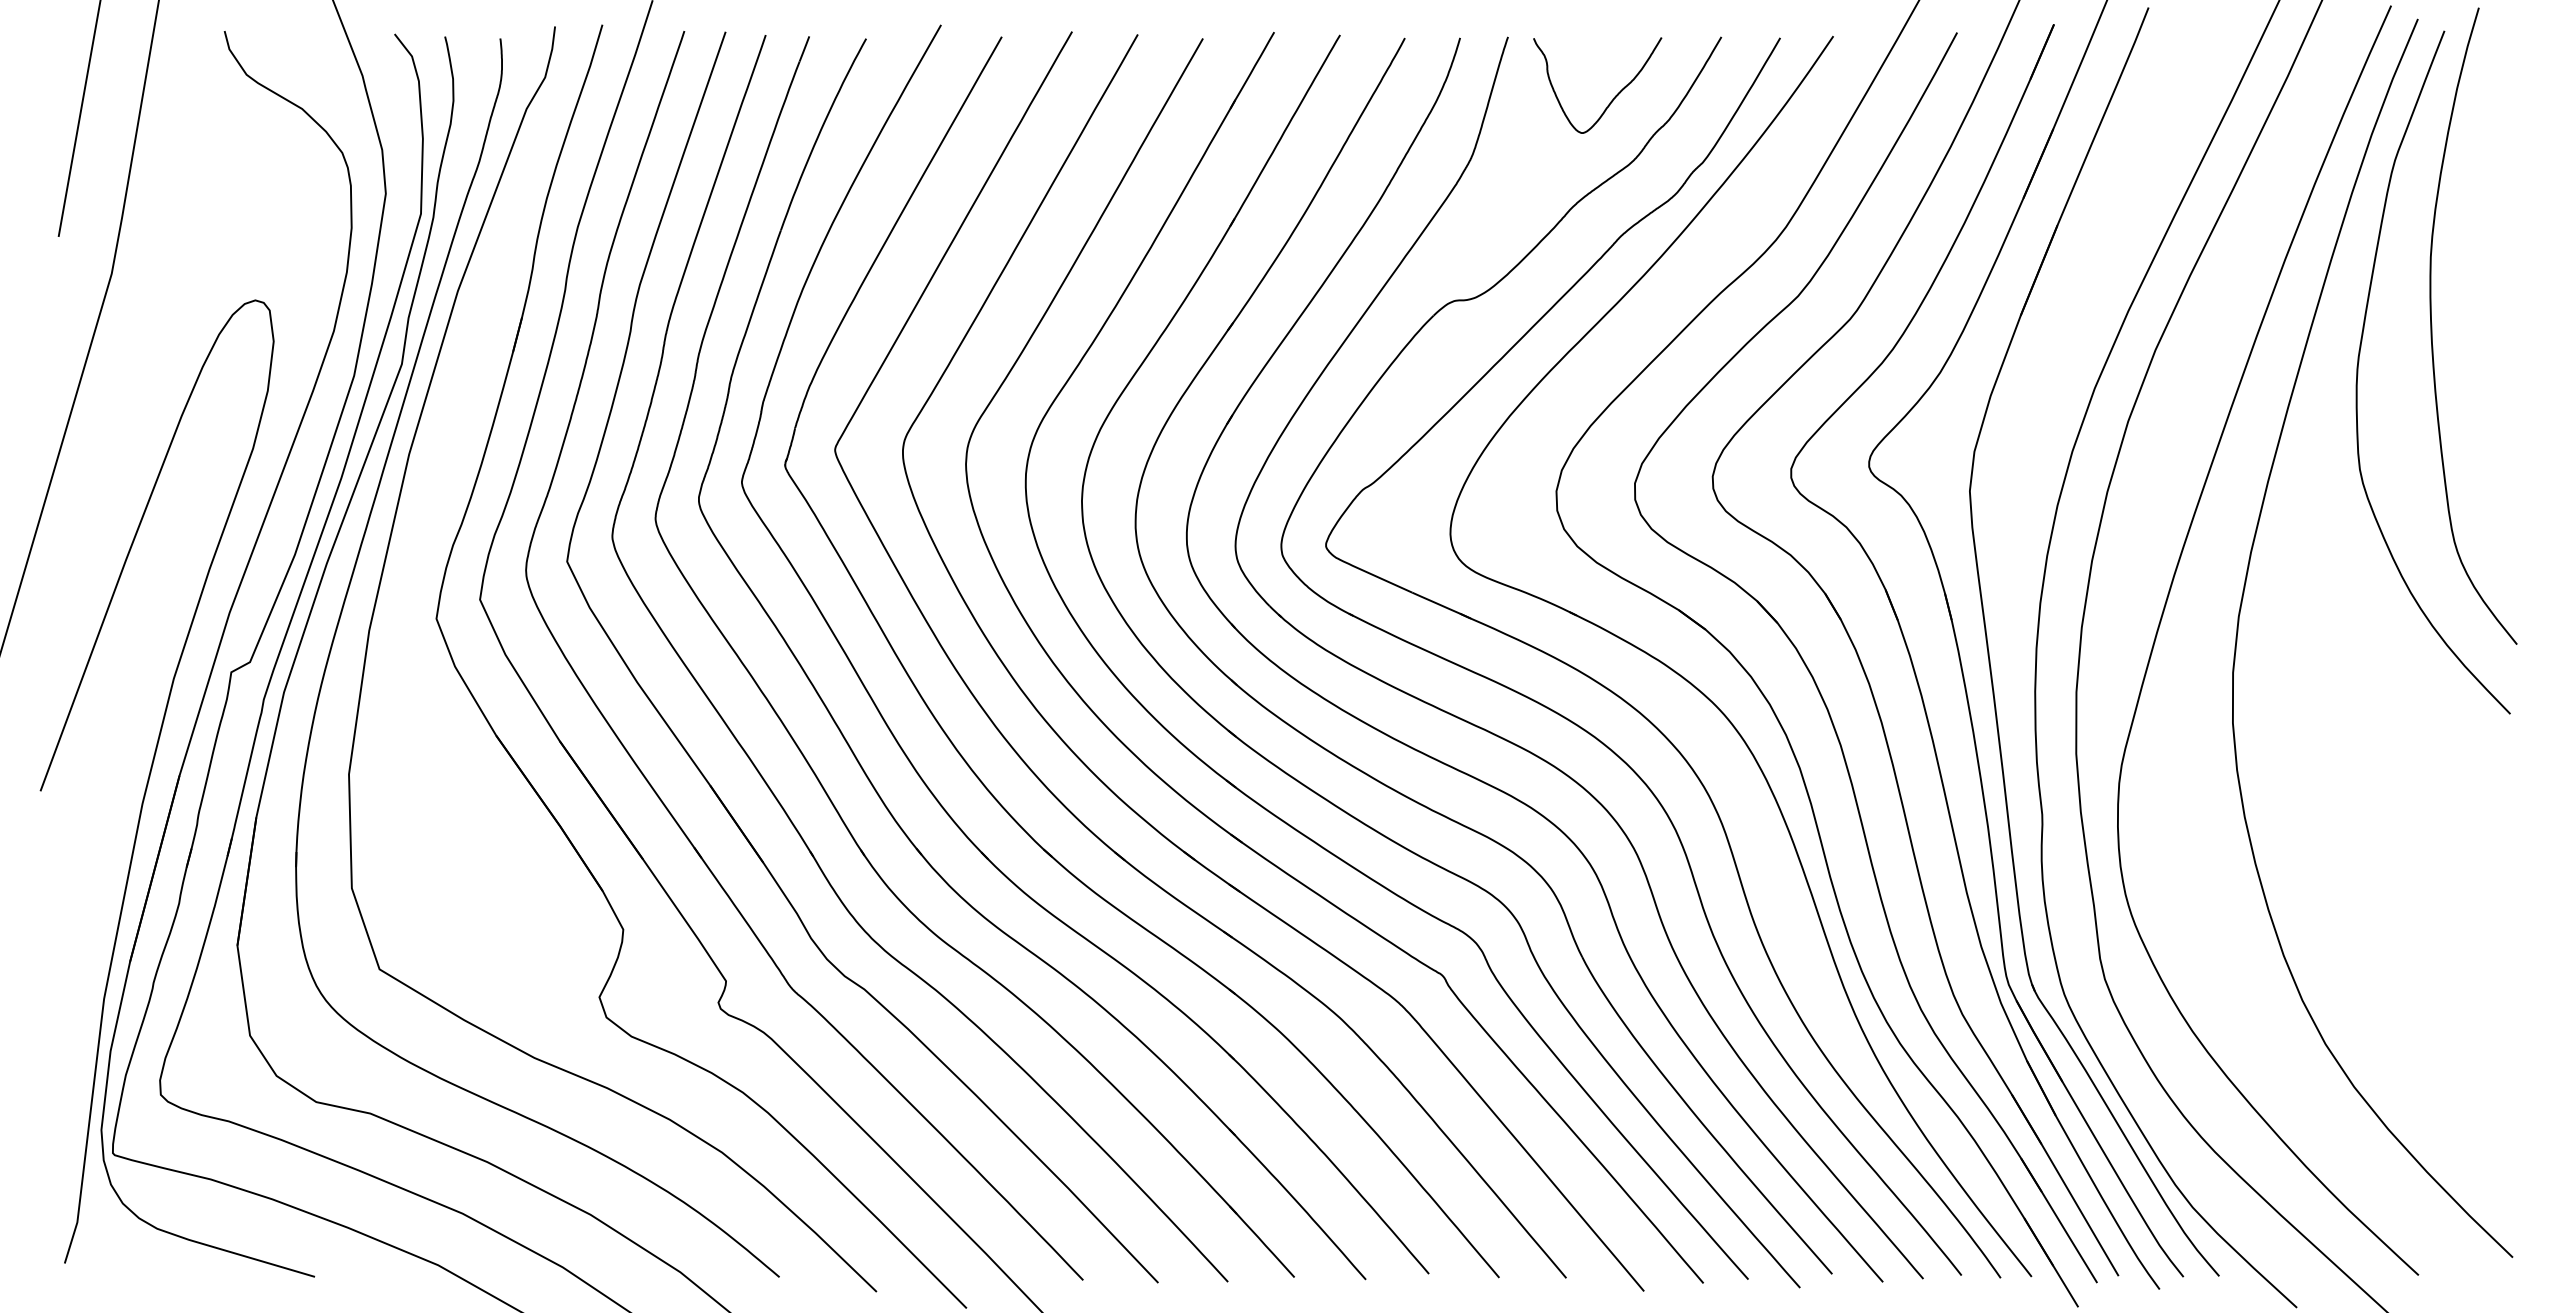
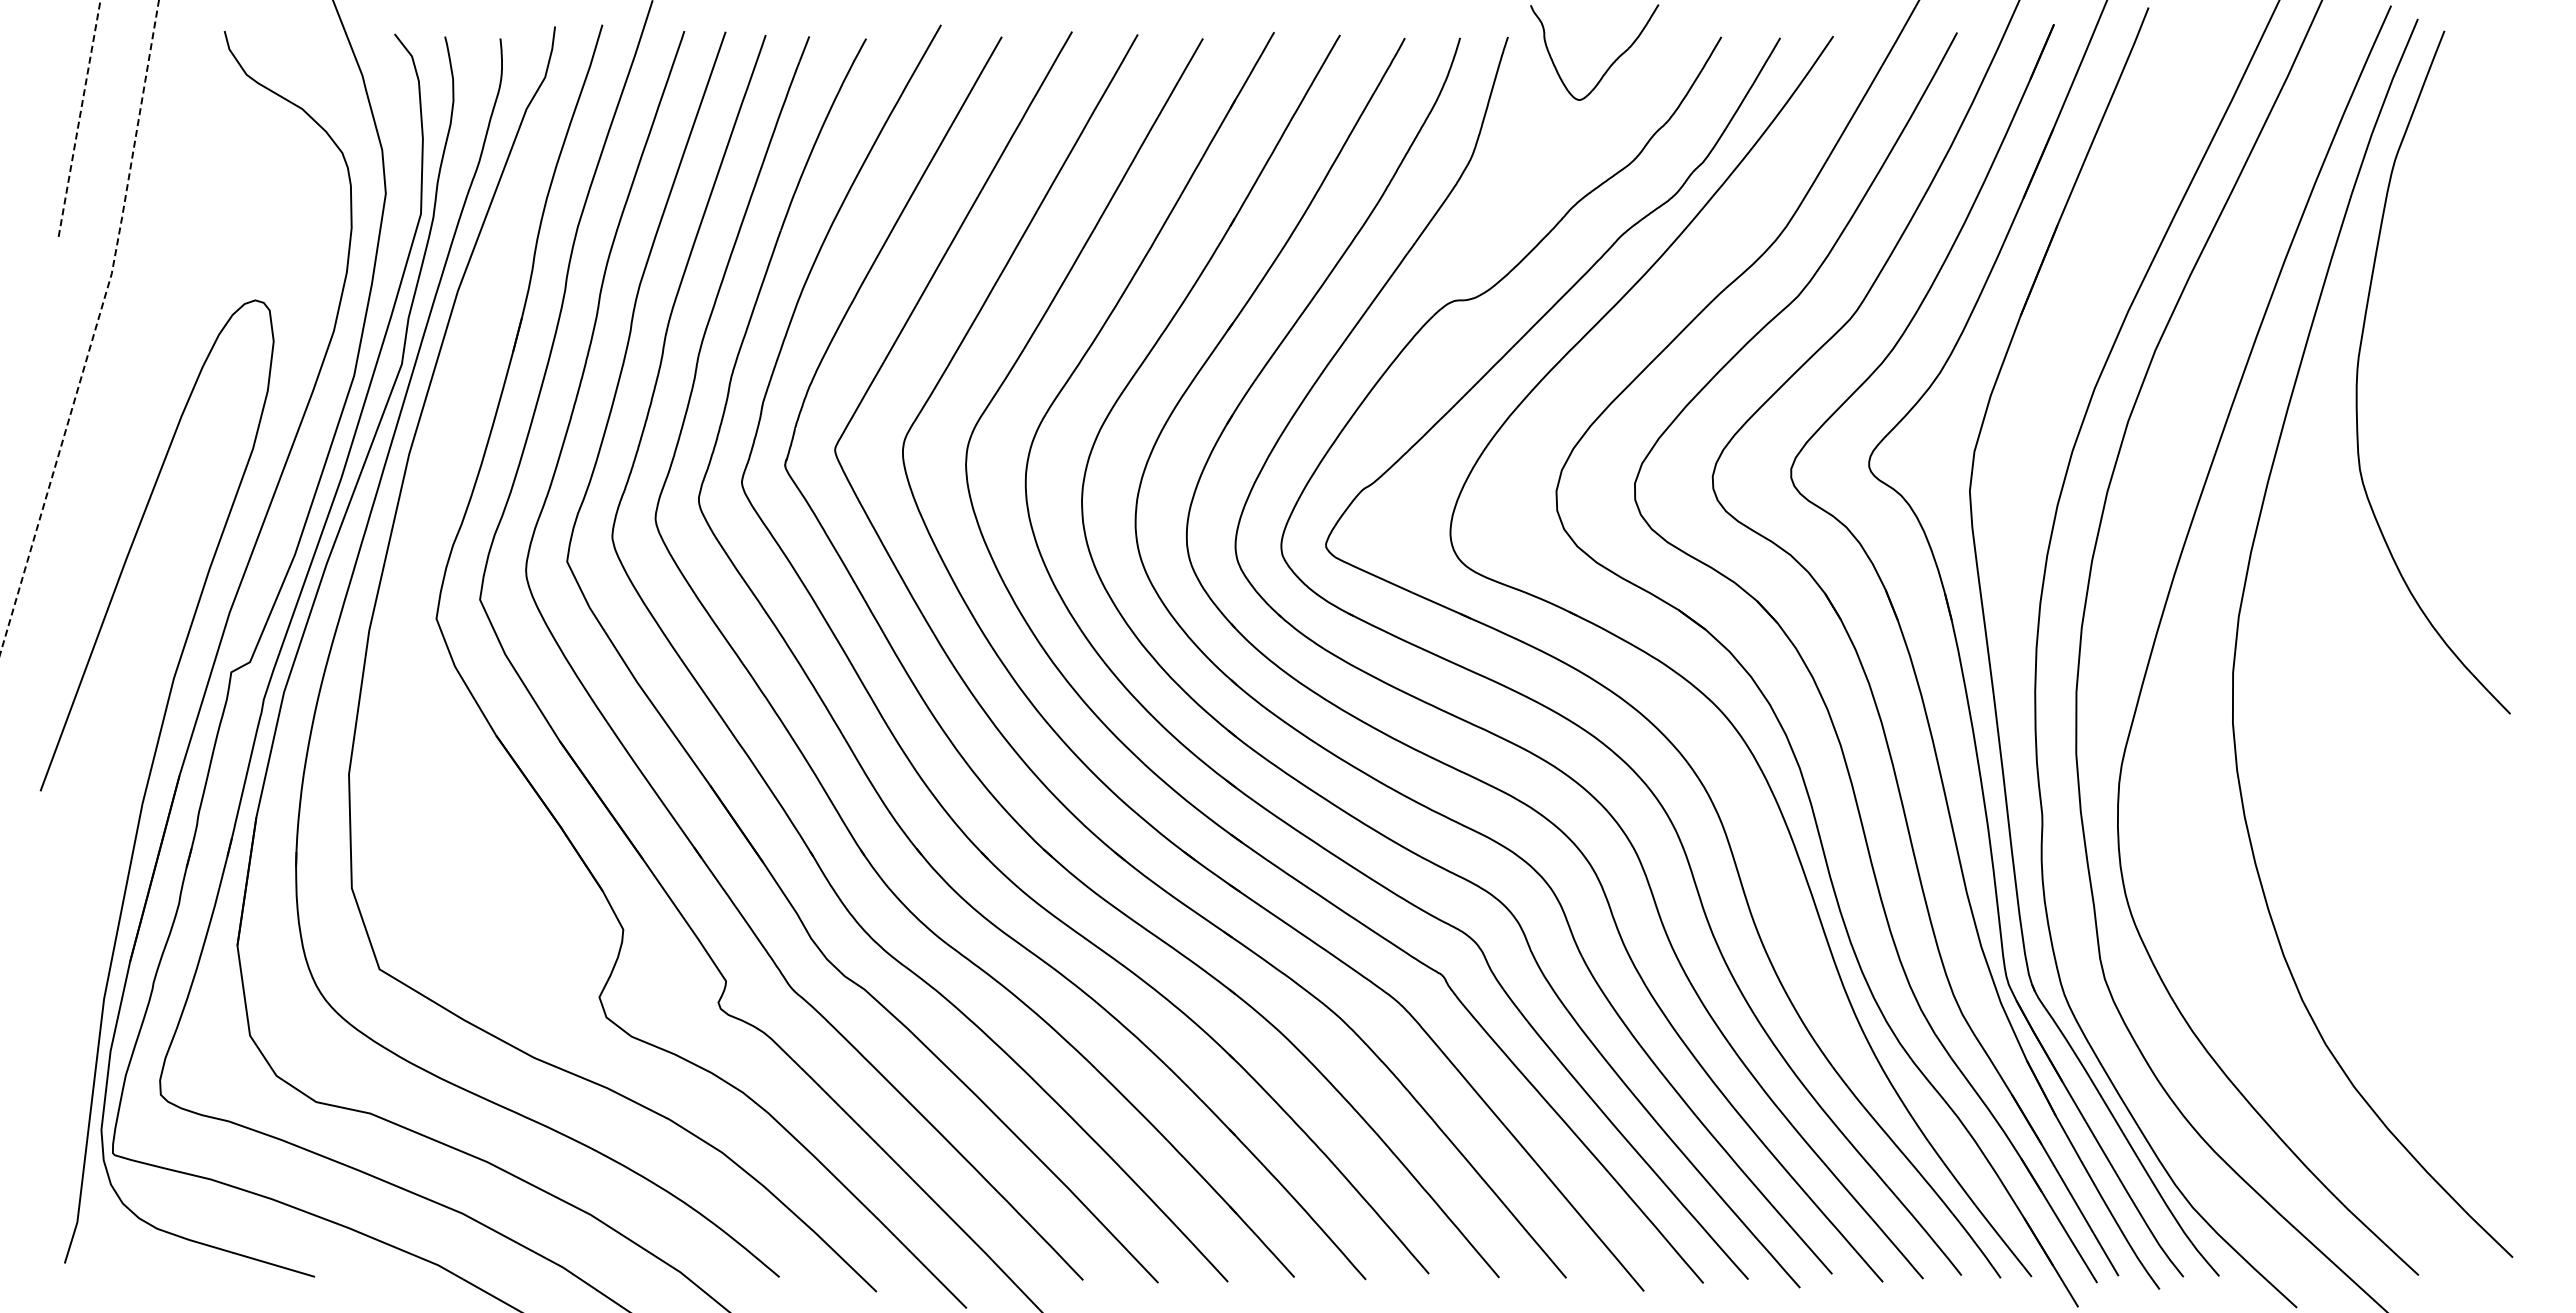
curve at (1613, 97) position: (1613, 97) -> (1610, 64)
line at (79, 118): solid -> dashed
curve at (2432, 325): present -> none
line at (95, 330): solid -> dashed
